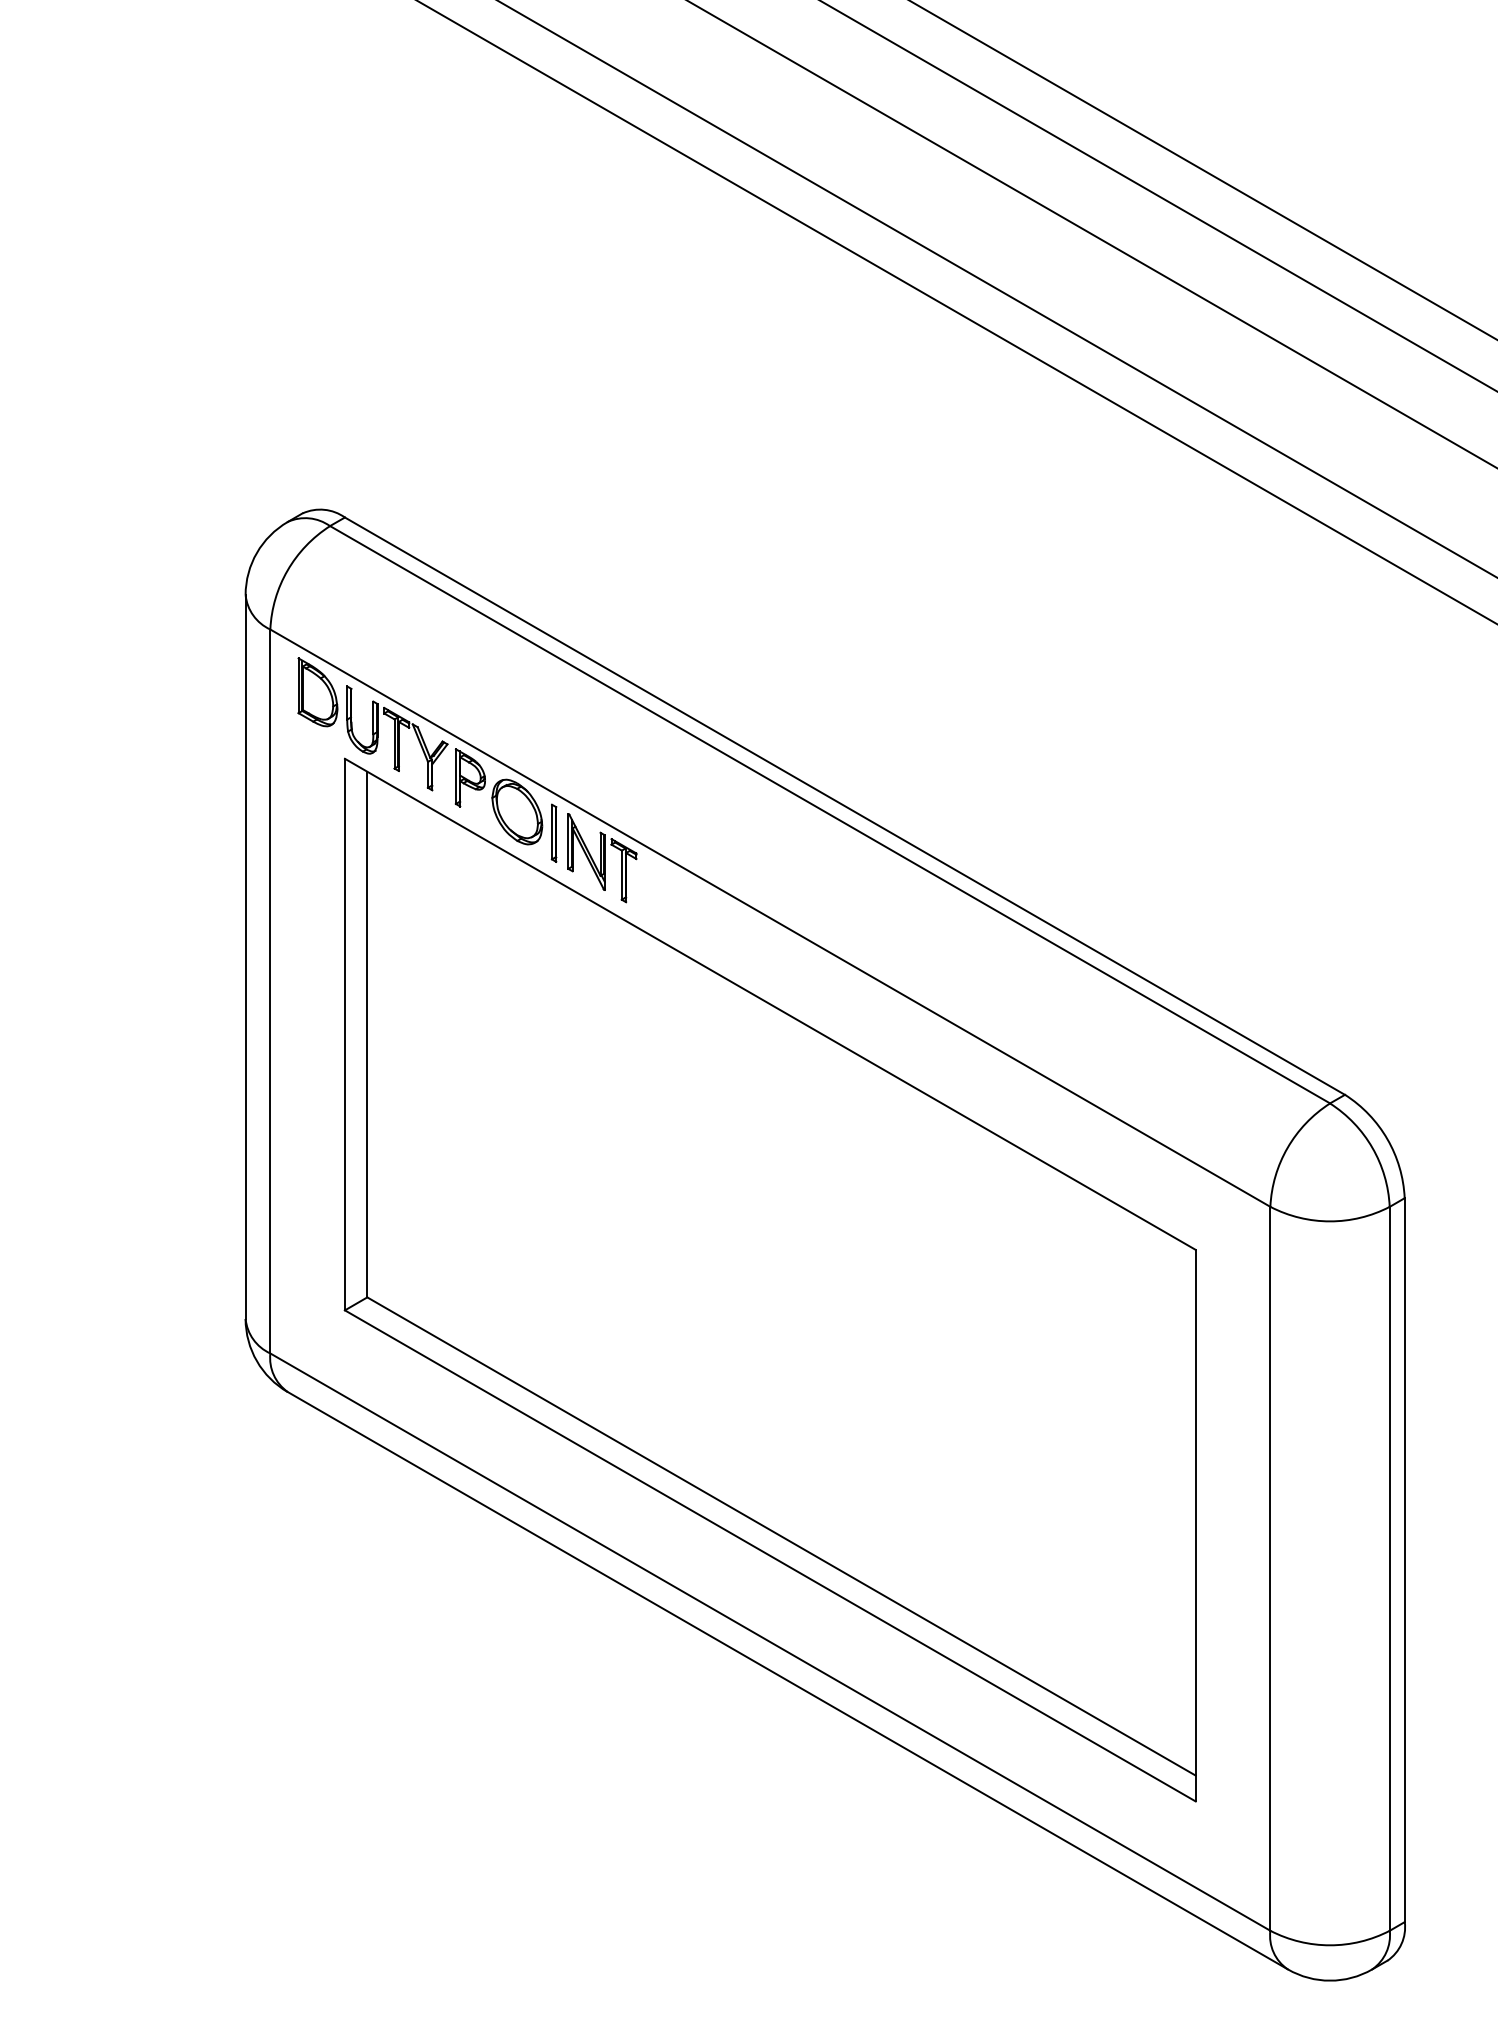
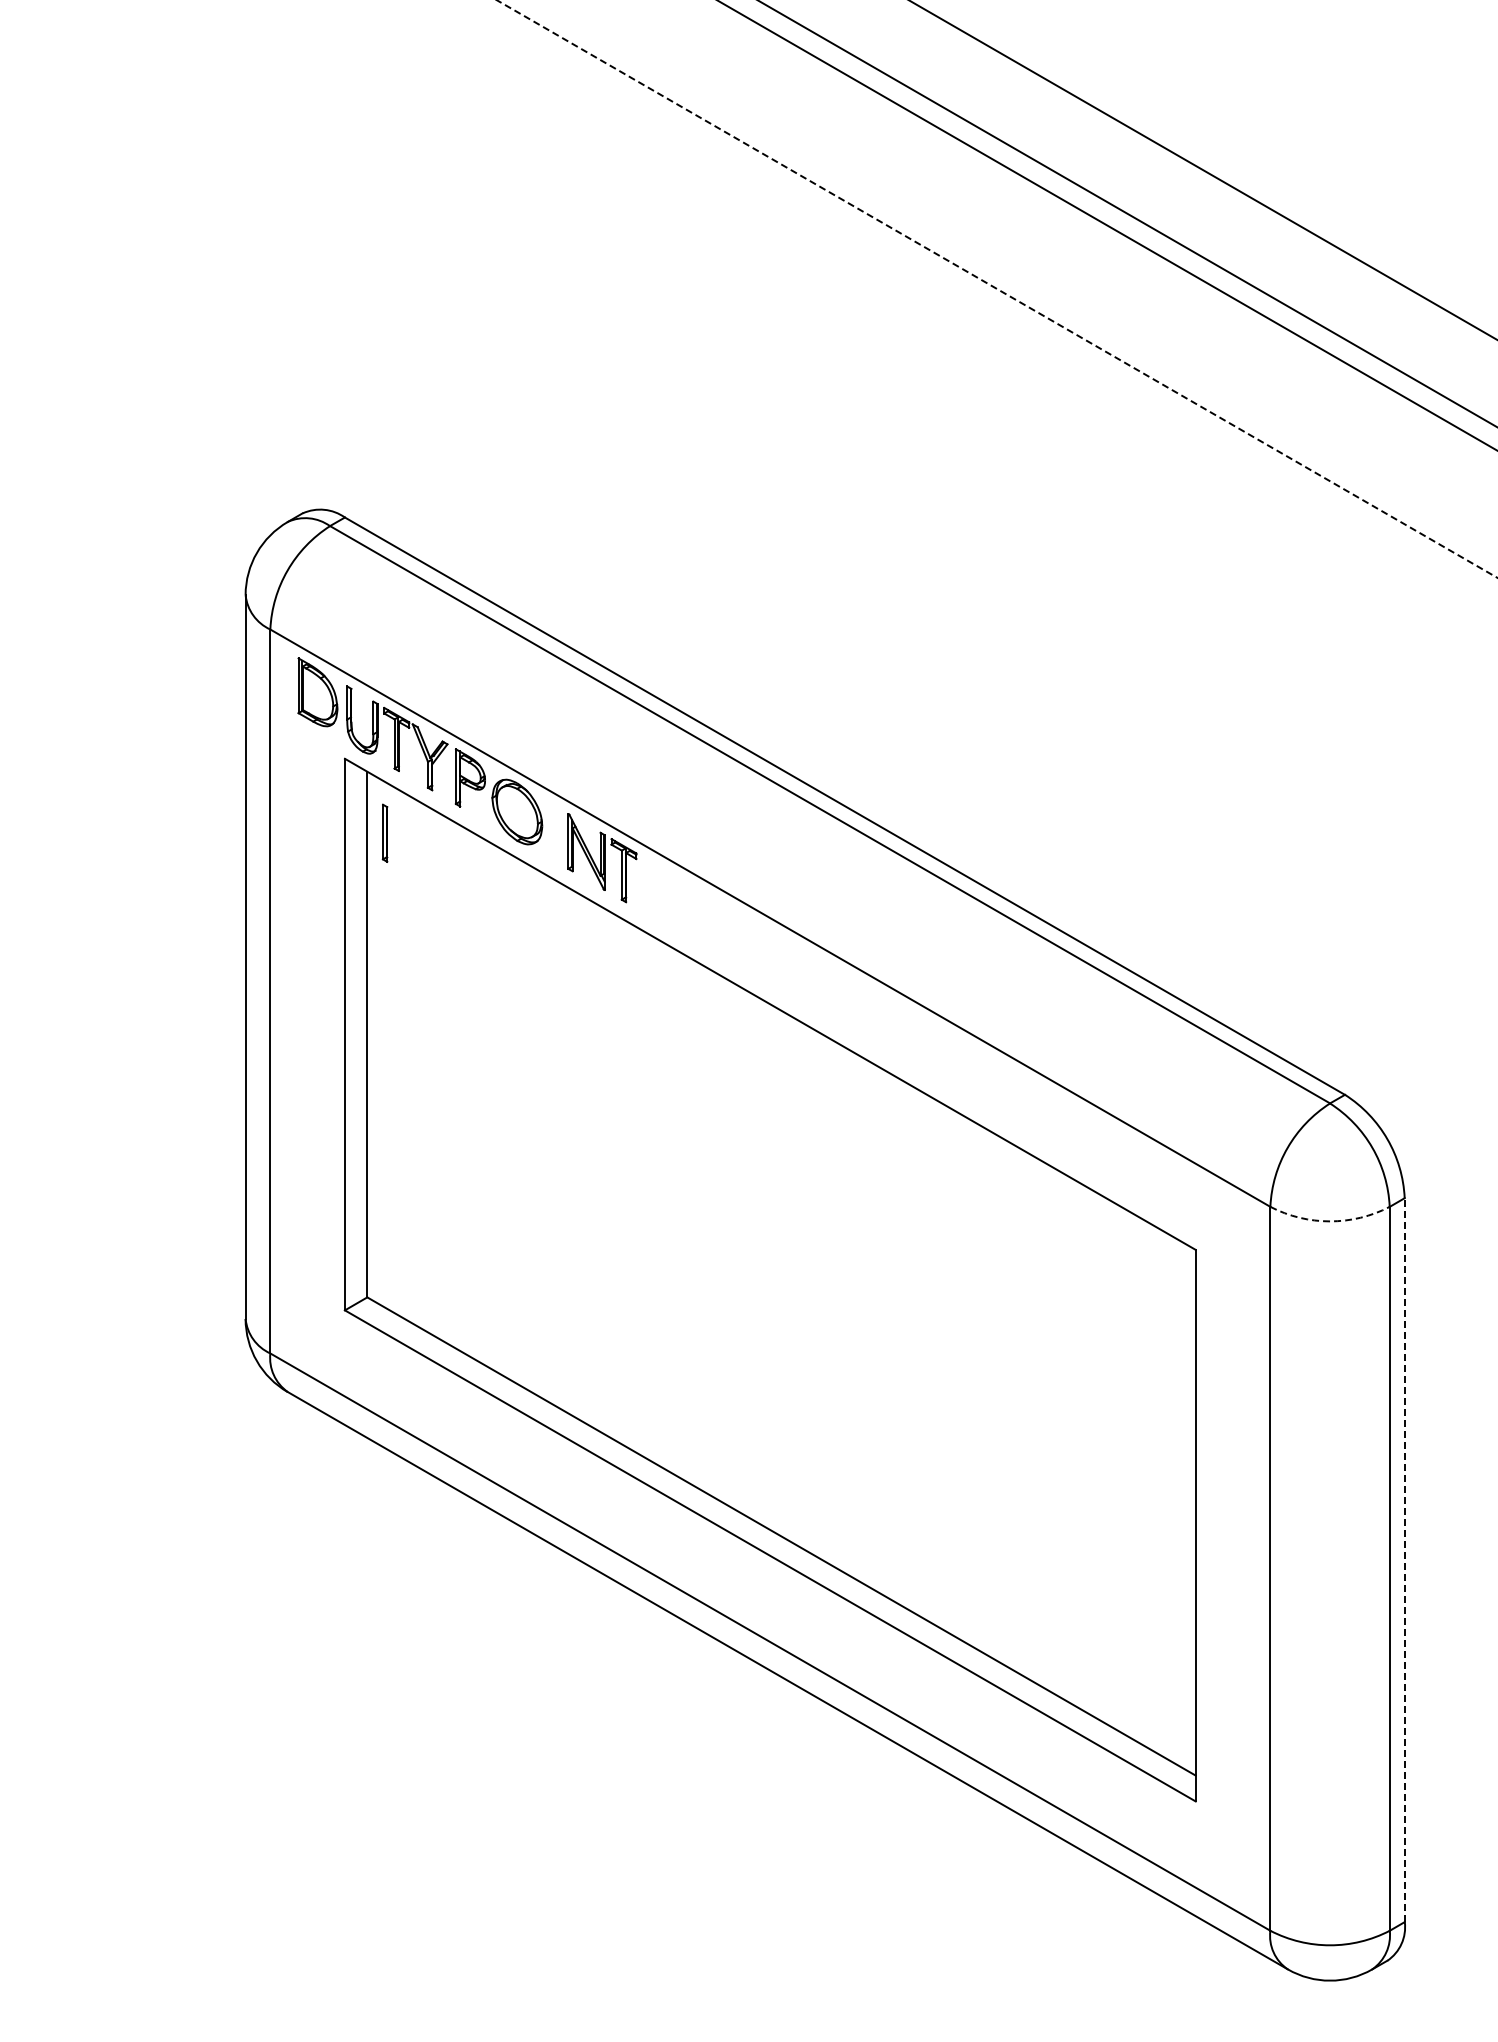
line at (1158, 195) position: (1158, 195) -> (1127, 213)
line at (1091, 234) position: (1091, 234) -> (1107, 225)
line at (997, 289): solid -> dashed
line at (956, 312): present -> none
part at (553, 832) position: (553, 832) -> (384, 832)
arc at (1330, 1221): solid -> dashed
line at (1404, 1560): solid -> dashed
